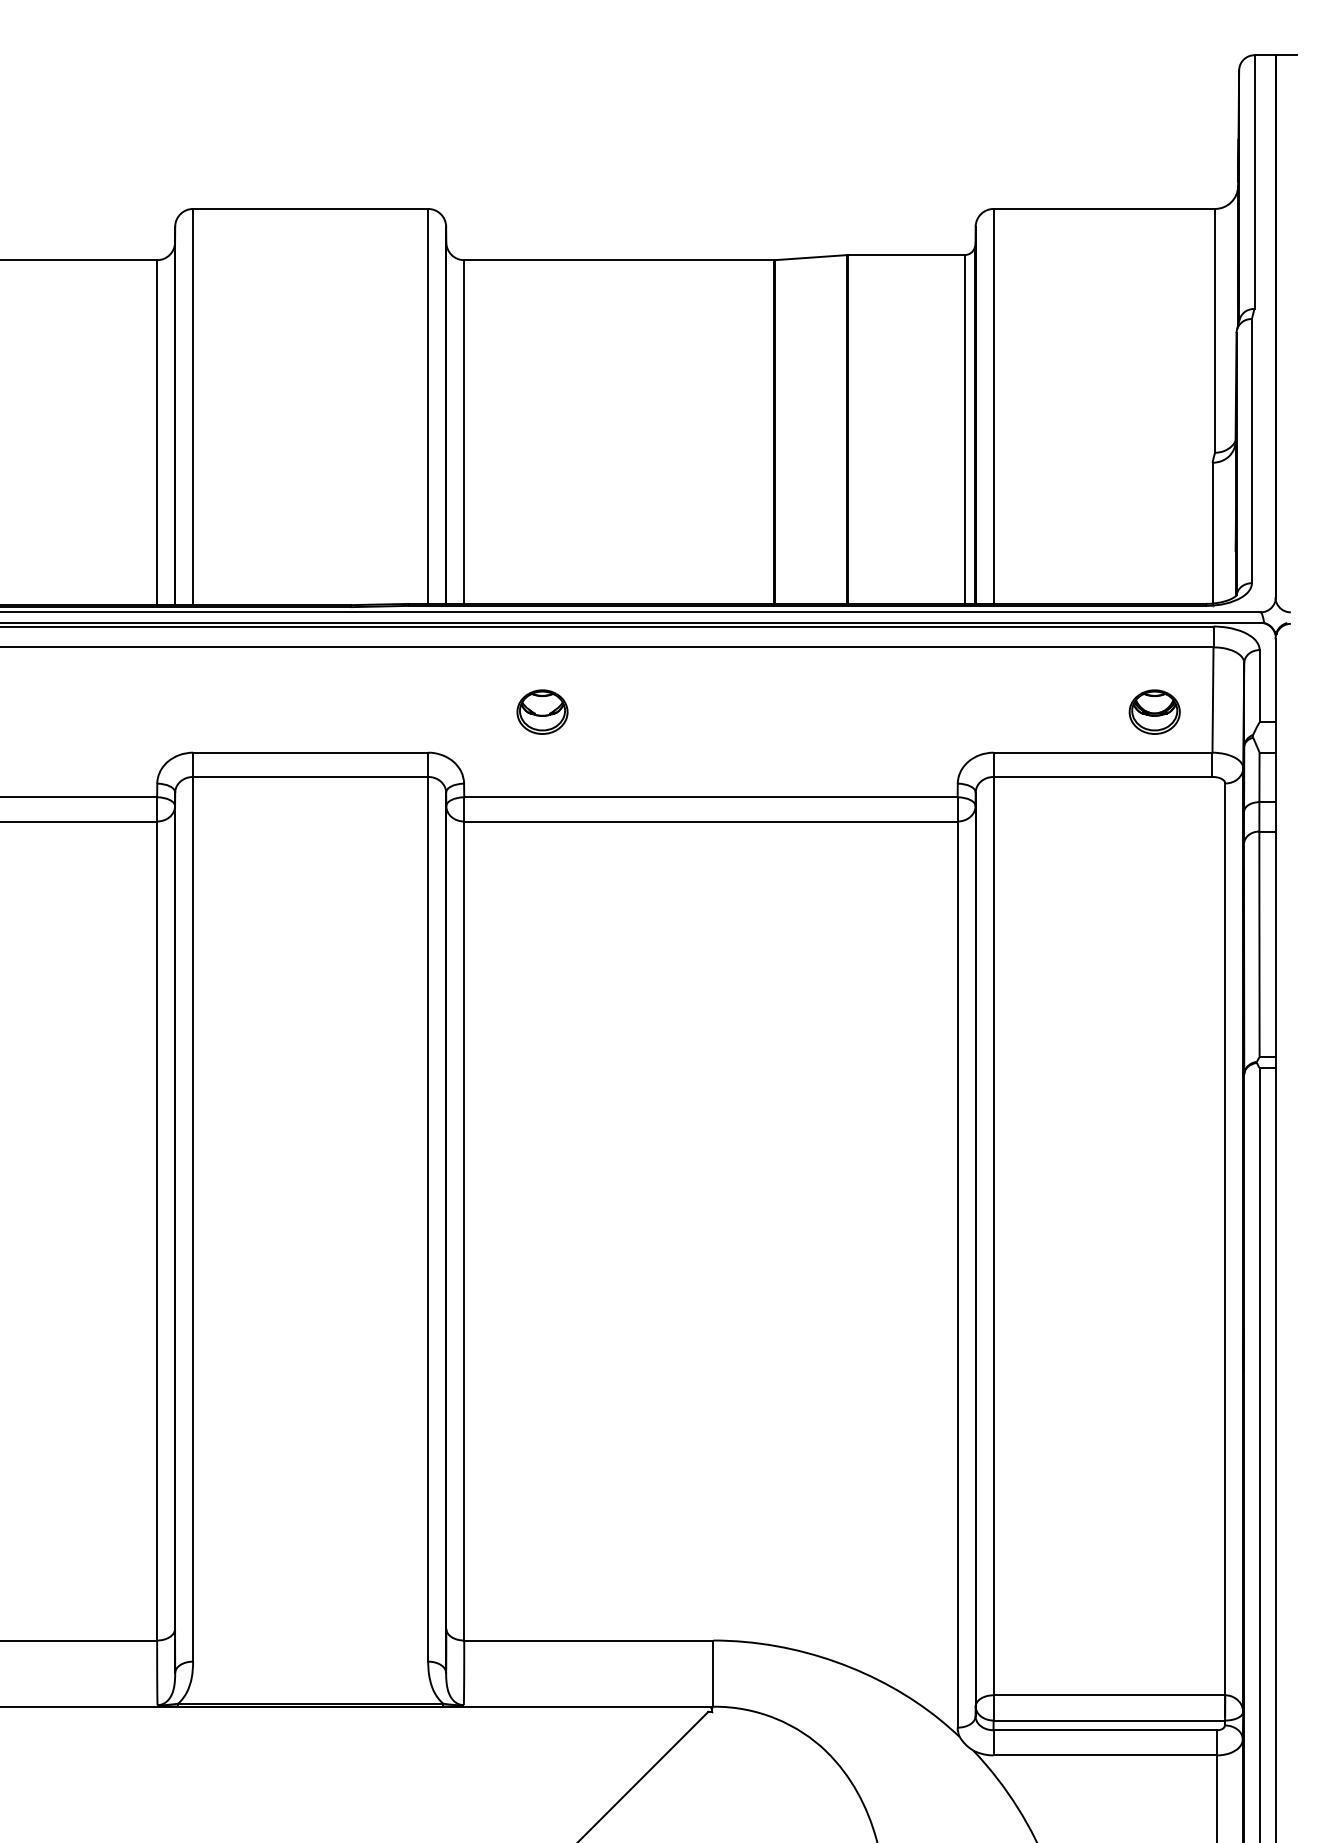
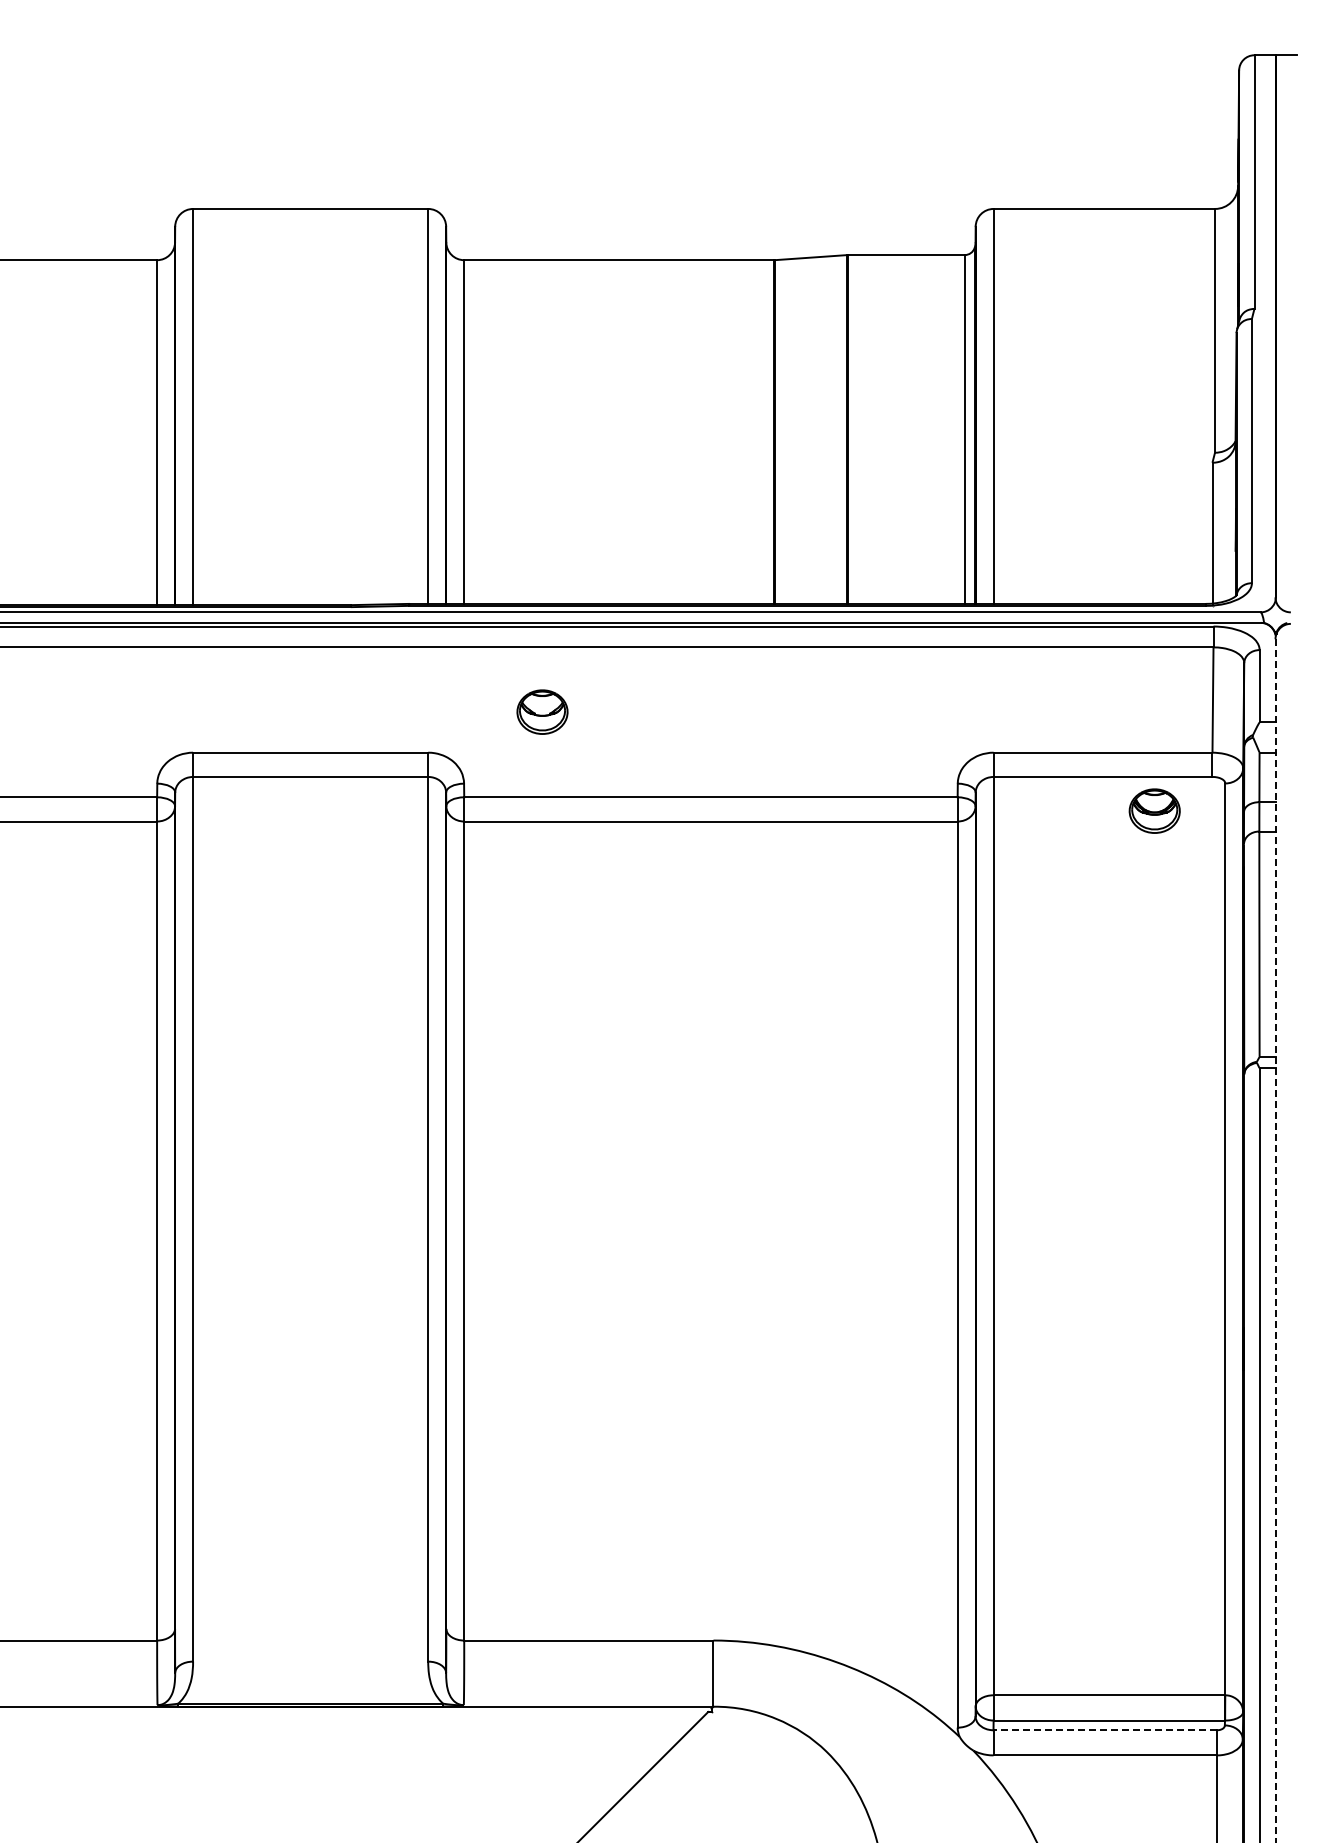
part at (1154, 711) position: (1154, 711) -> (1154, 810)
line at (1275, 1241): solid -> dashed
line at (1105, 1730): solid -> dashed
